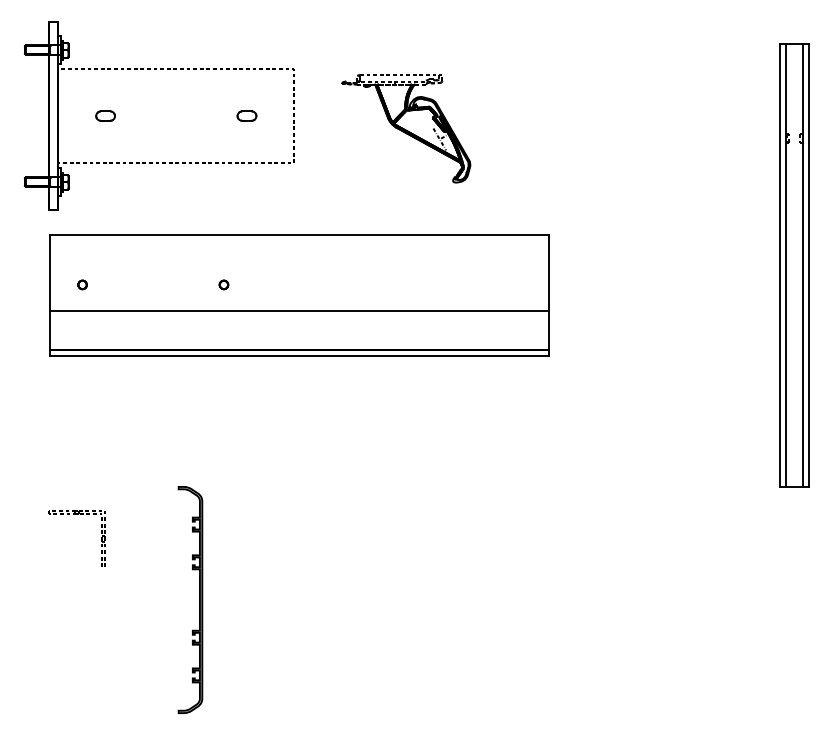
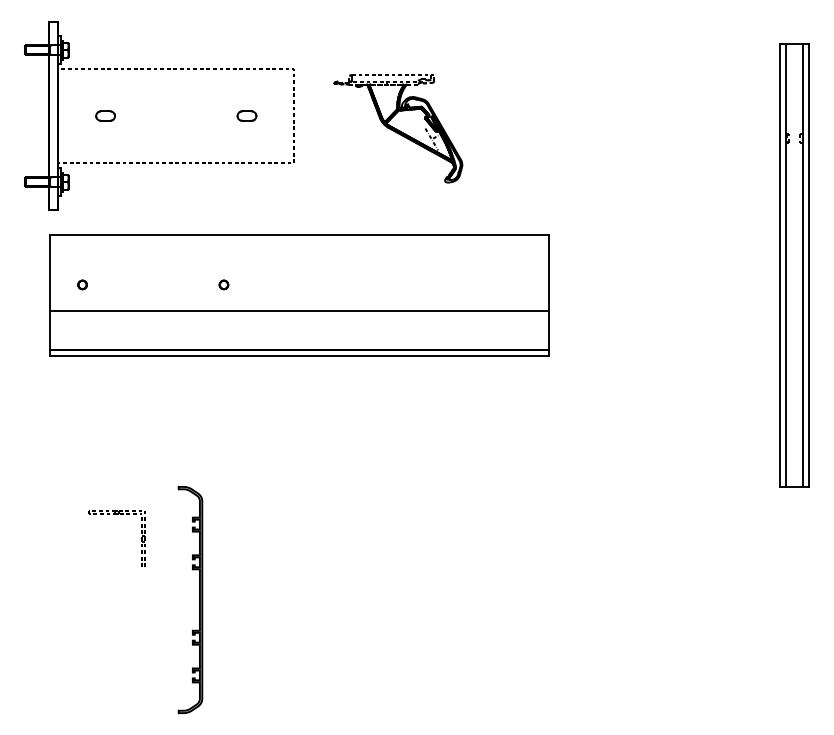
part at (406, 128) position: (406, 128) -> (398, 128)
part at (76, 514) position: (76, 514) -> (116, 514)
